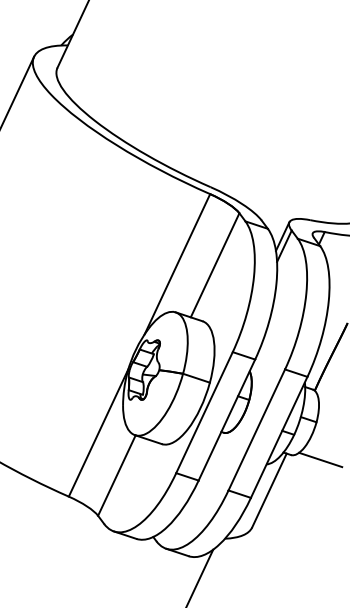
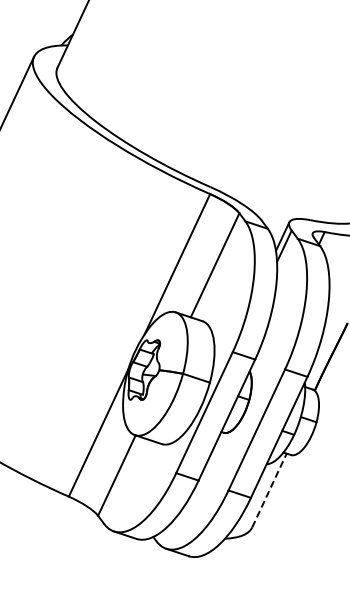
line at (320, 459): present -> none
line at (269, 490): solid -> dashed
line at (200, 576): present -> none
